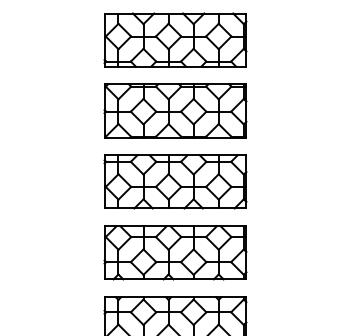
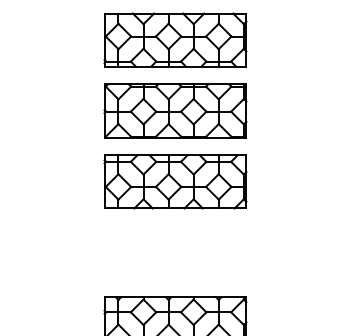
part at (175, 252): present -> none
